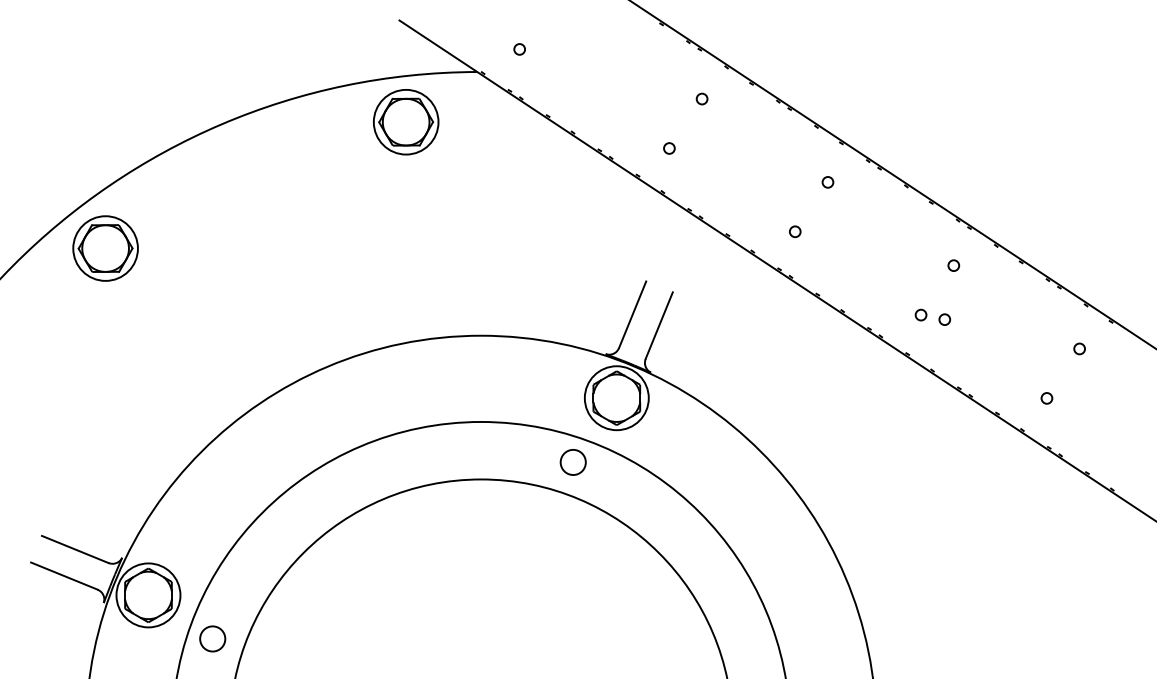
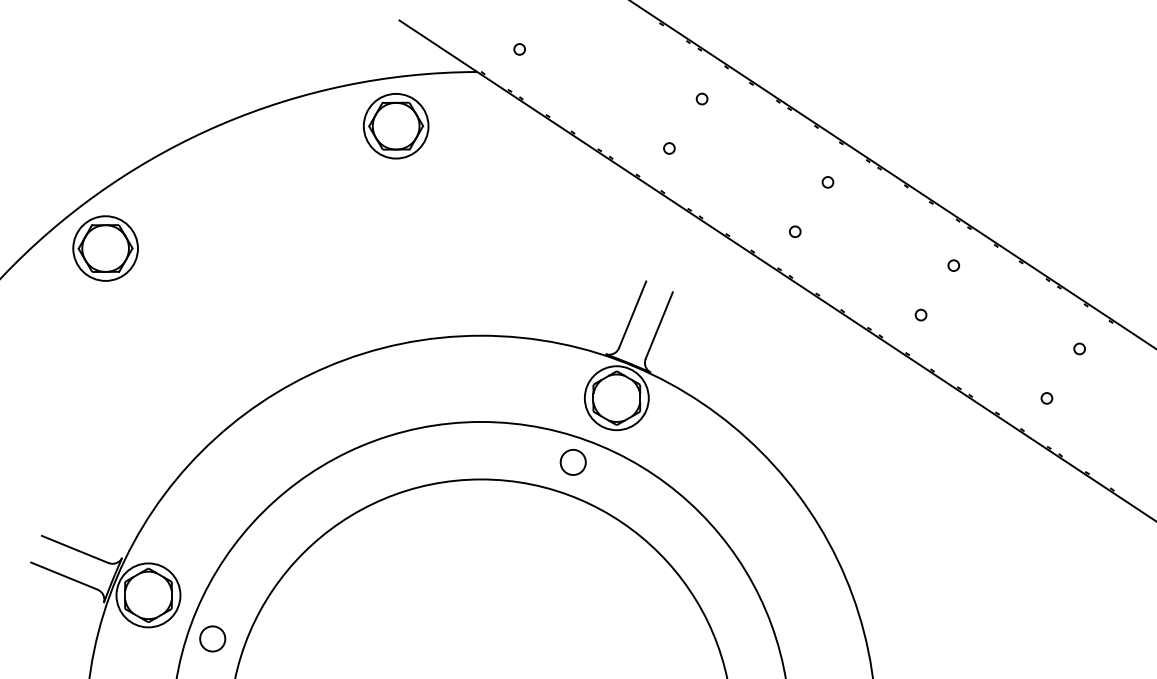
part at (405, 122) position: (405, 122) -> (395, 126)
circle at (944, 319): present -> none
